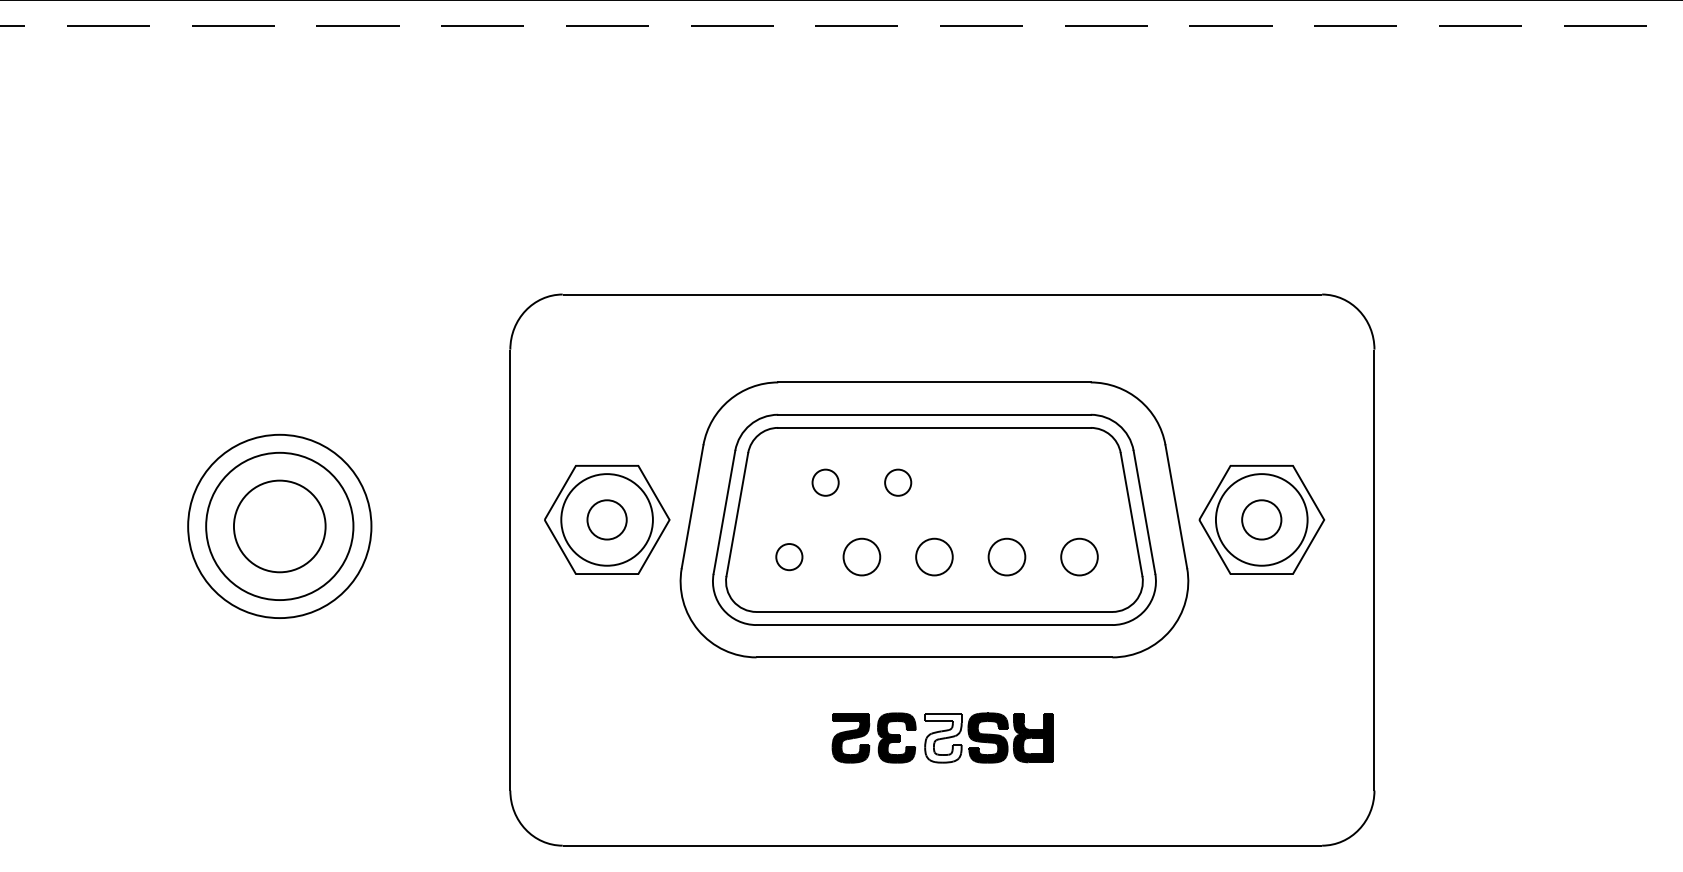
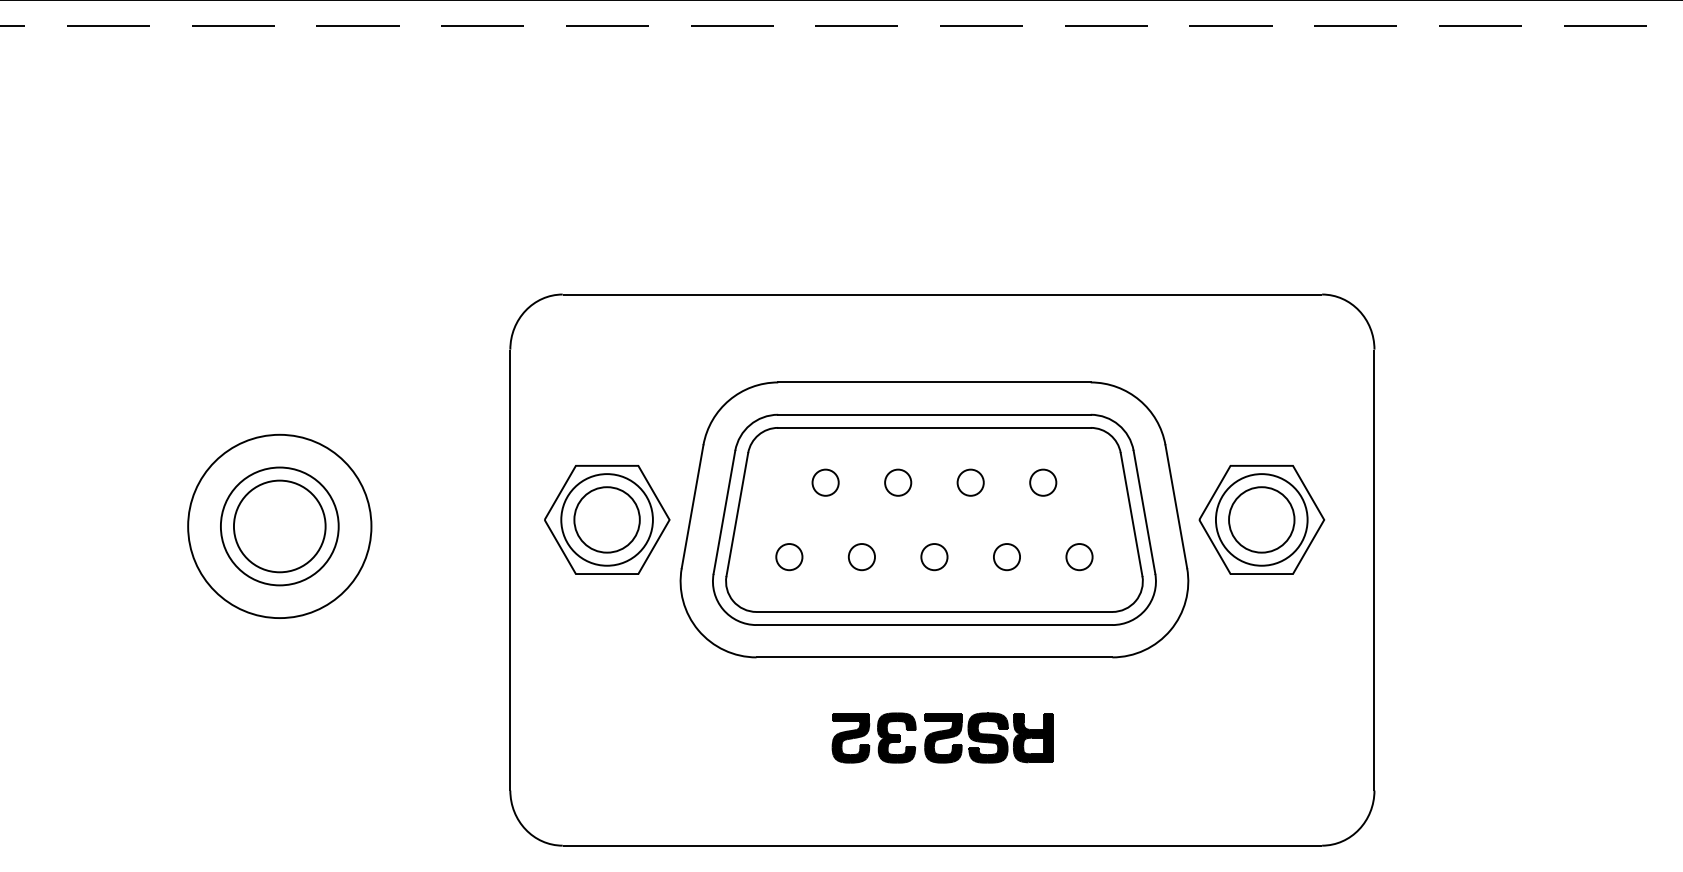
circle at (970, 482): none -> present
circle at (1043, 482): none -> present
circle at (606, 519) diameter: 39 px -> 65 px
circle at (1261, 519) diameter: 39 px -> 65 px
circle at (279, 526) diameter: 147 px -> 118 px
circle at (861, 556) diameter: 37 px -> 26 px
circle at (934, 556) diameter: 37 px -> 26 px
circle at (1006, 556) diameter: 37 px -> 26 px
circle at (1079, 556) diameter: 37 px -> 26 px
fill at (943, 737): none -> present
